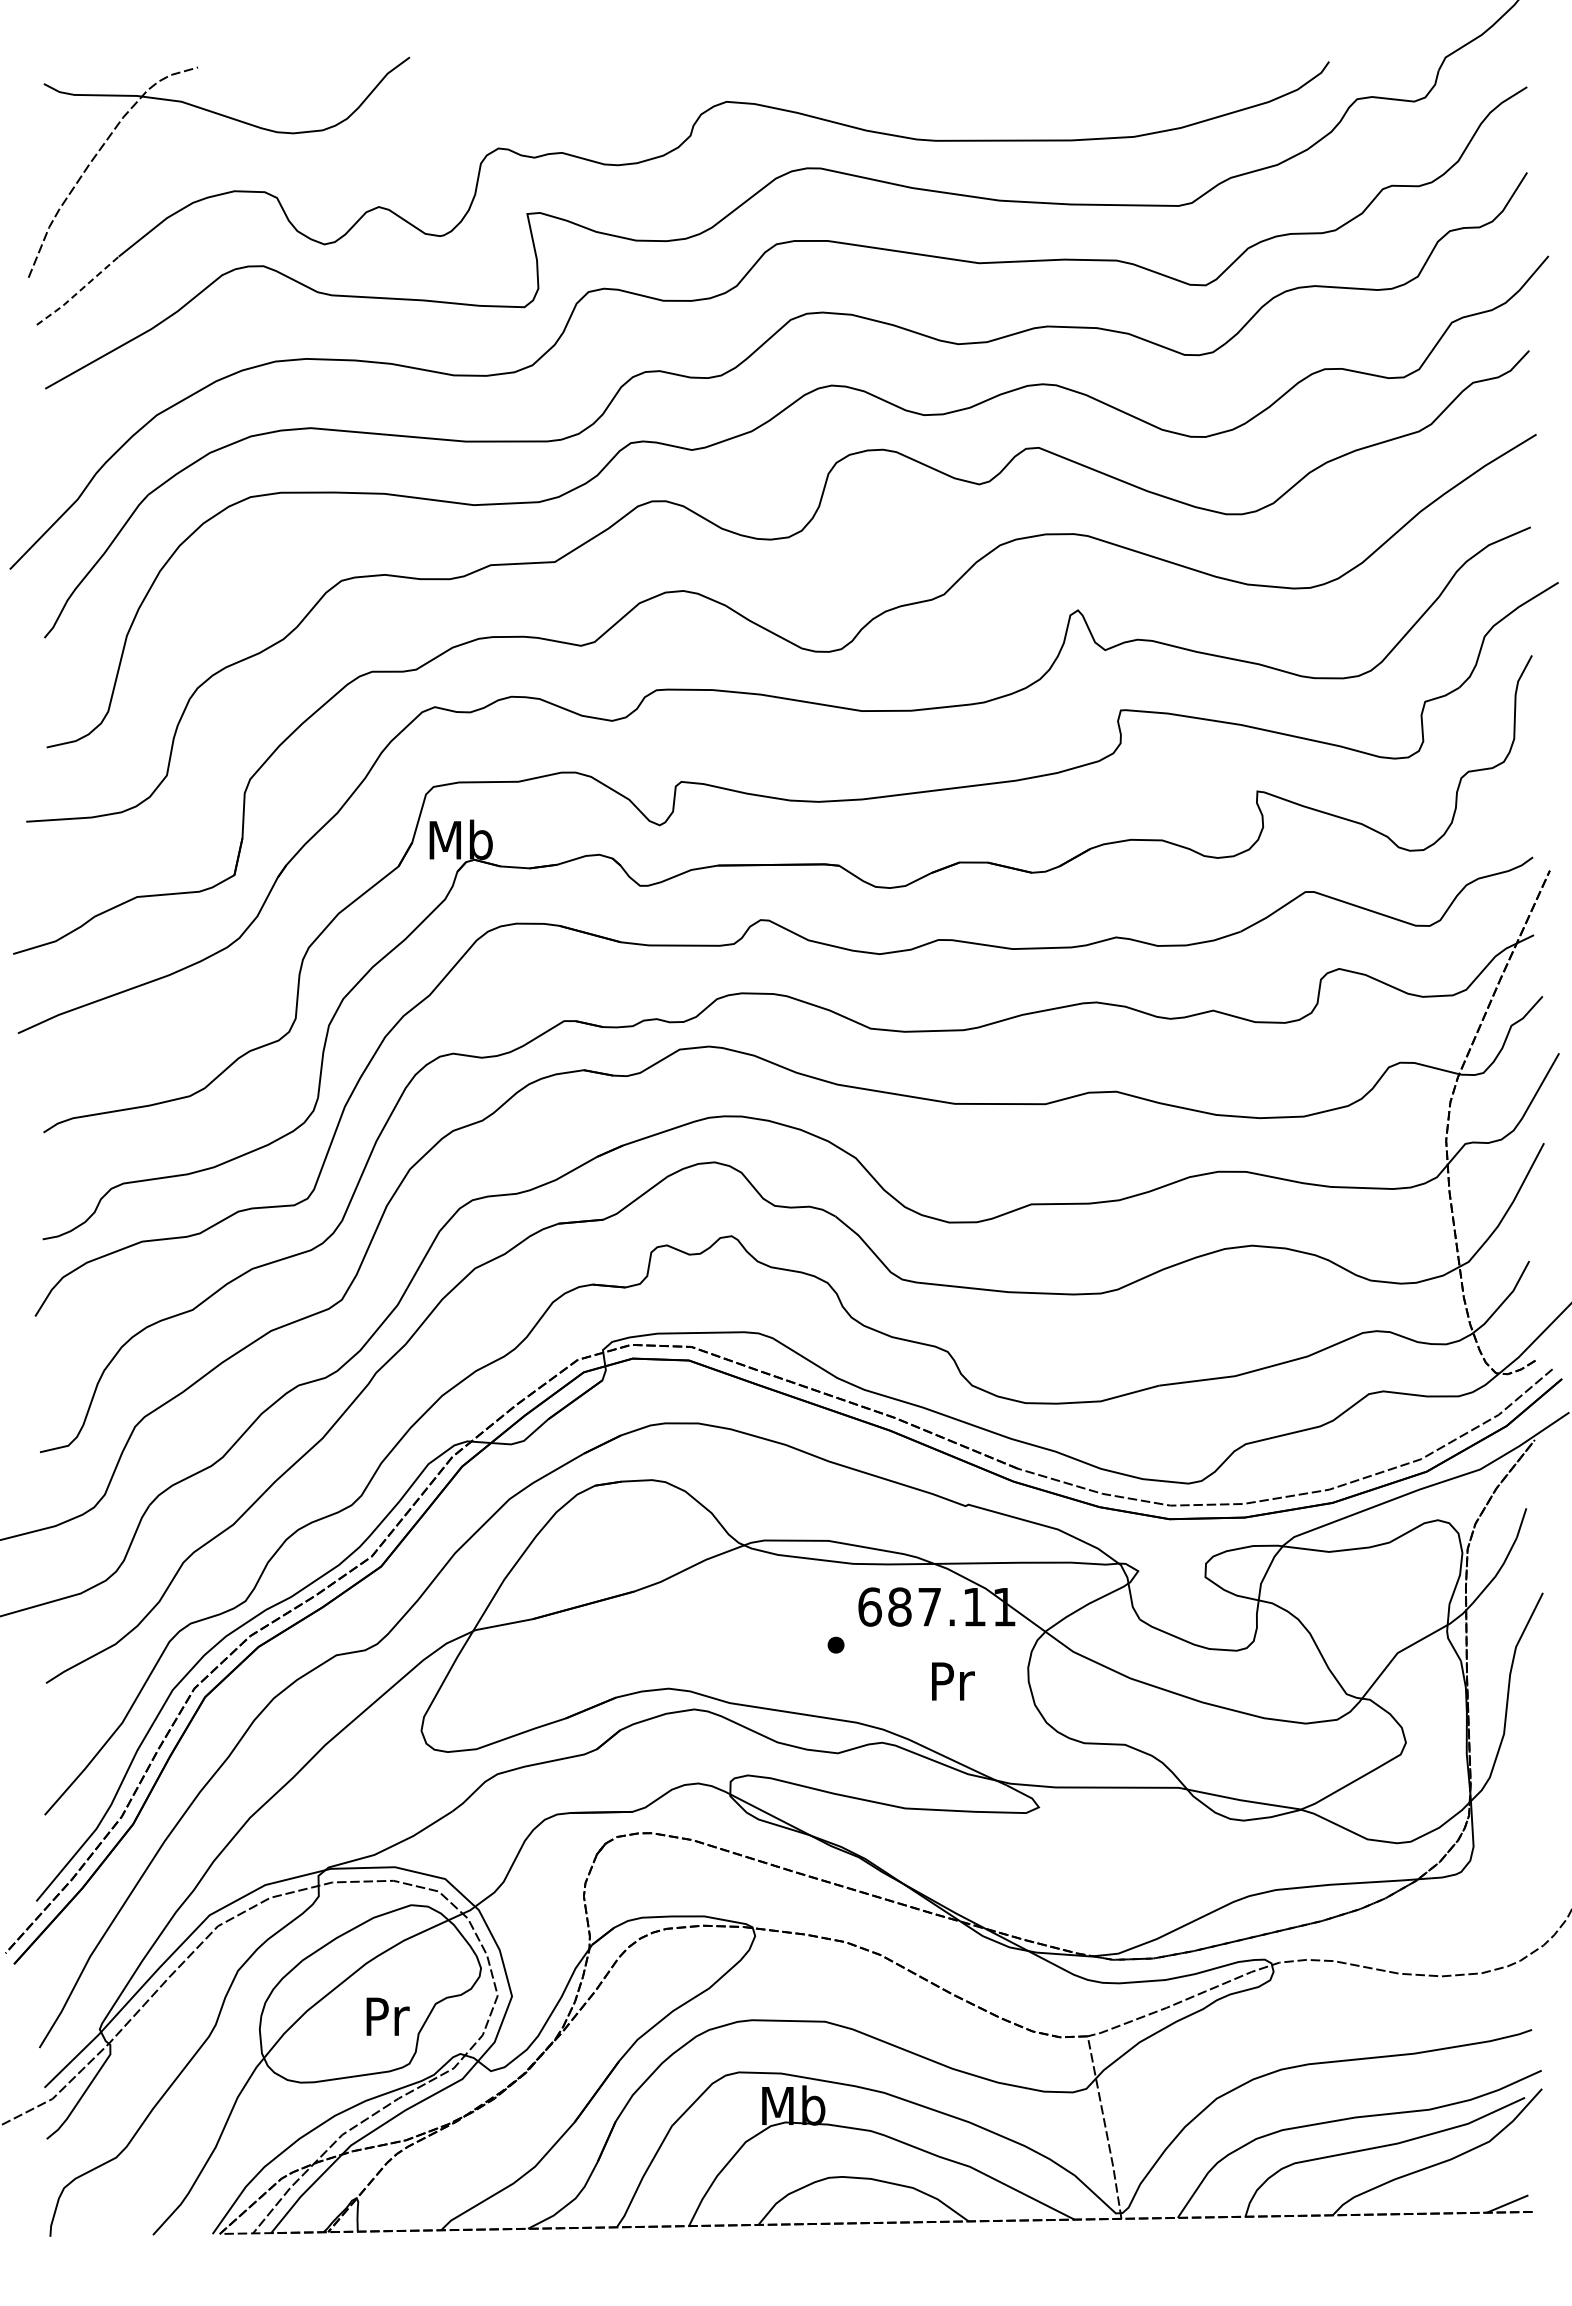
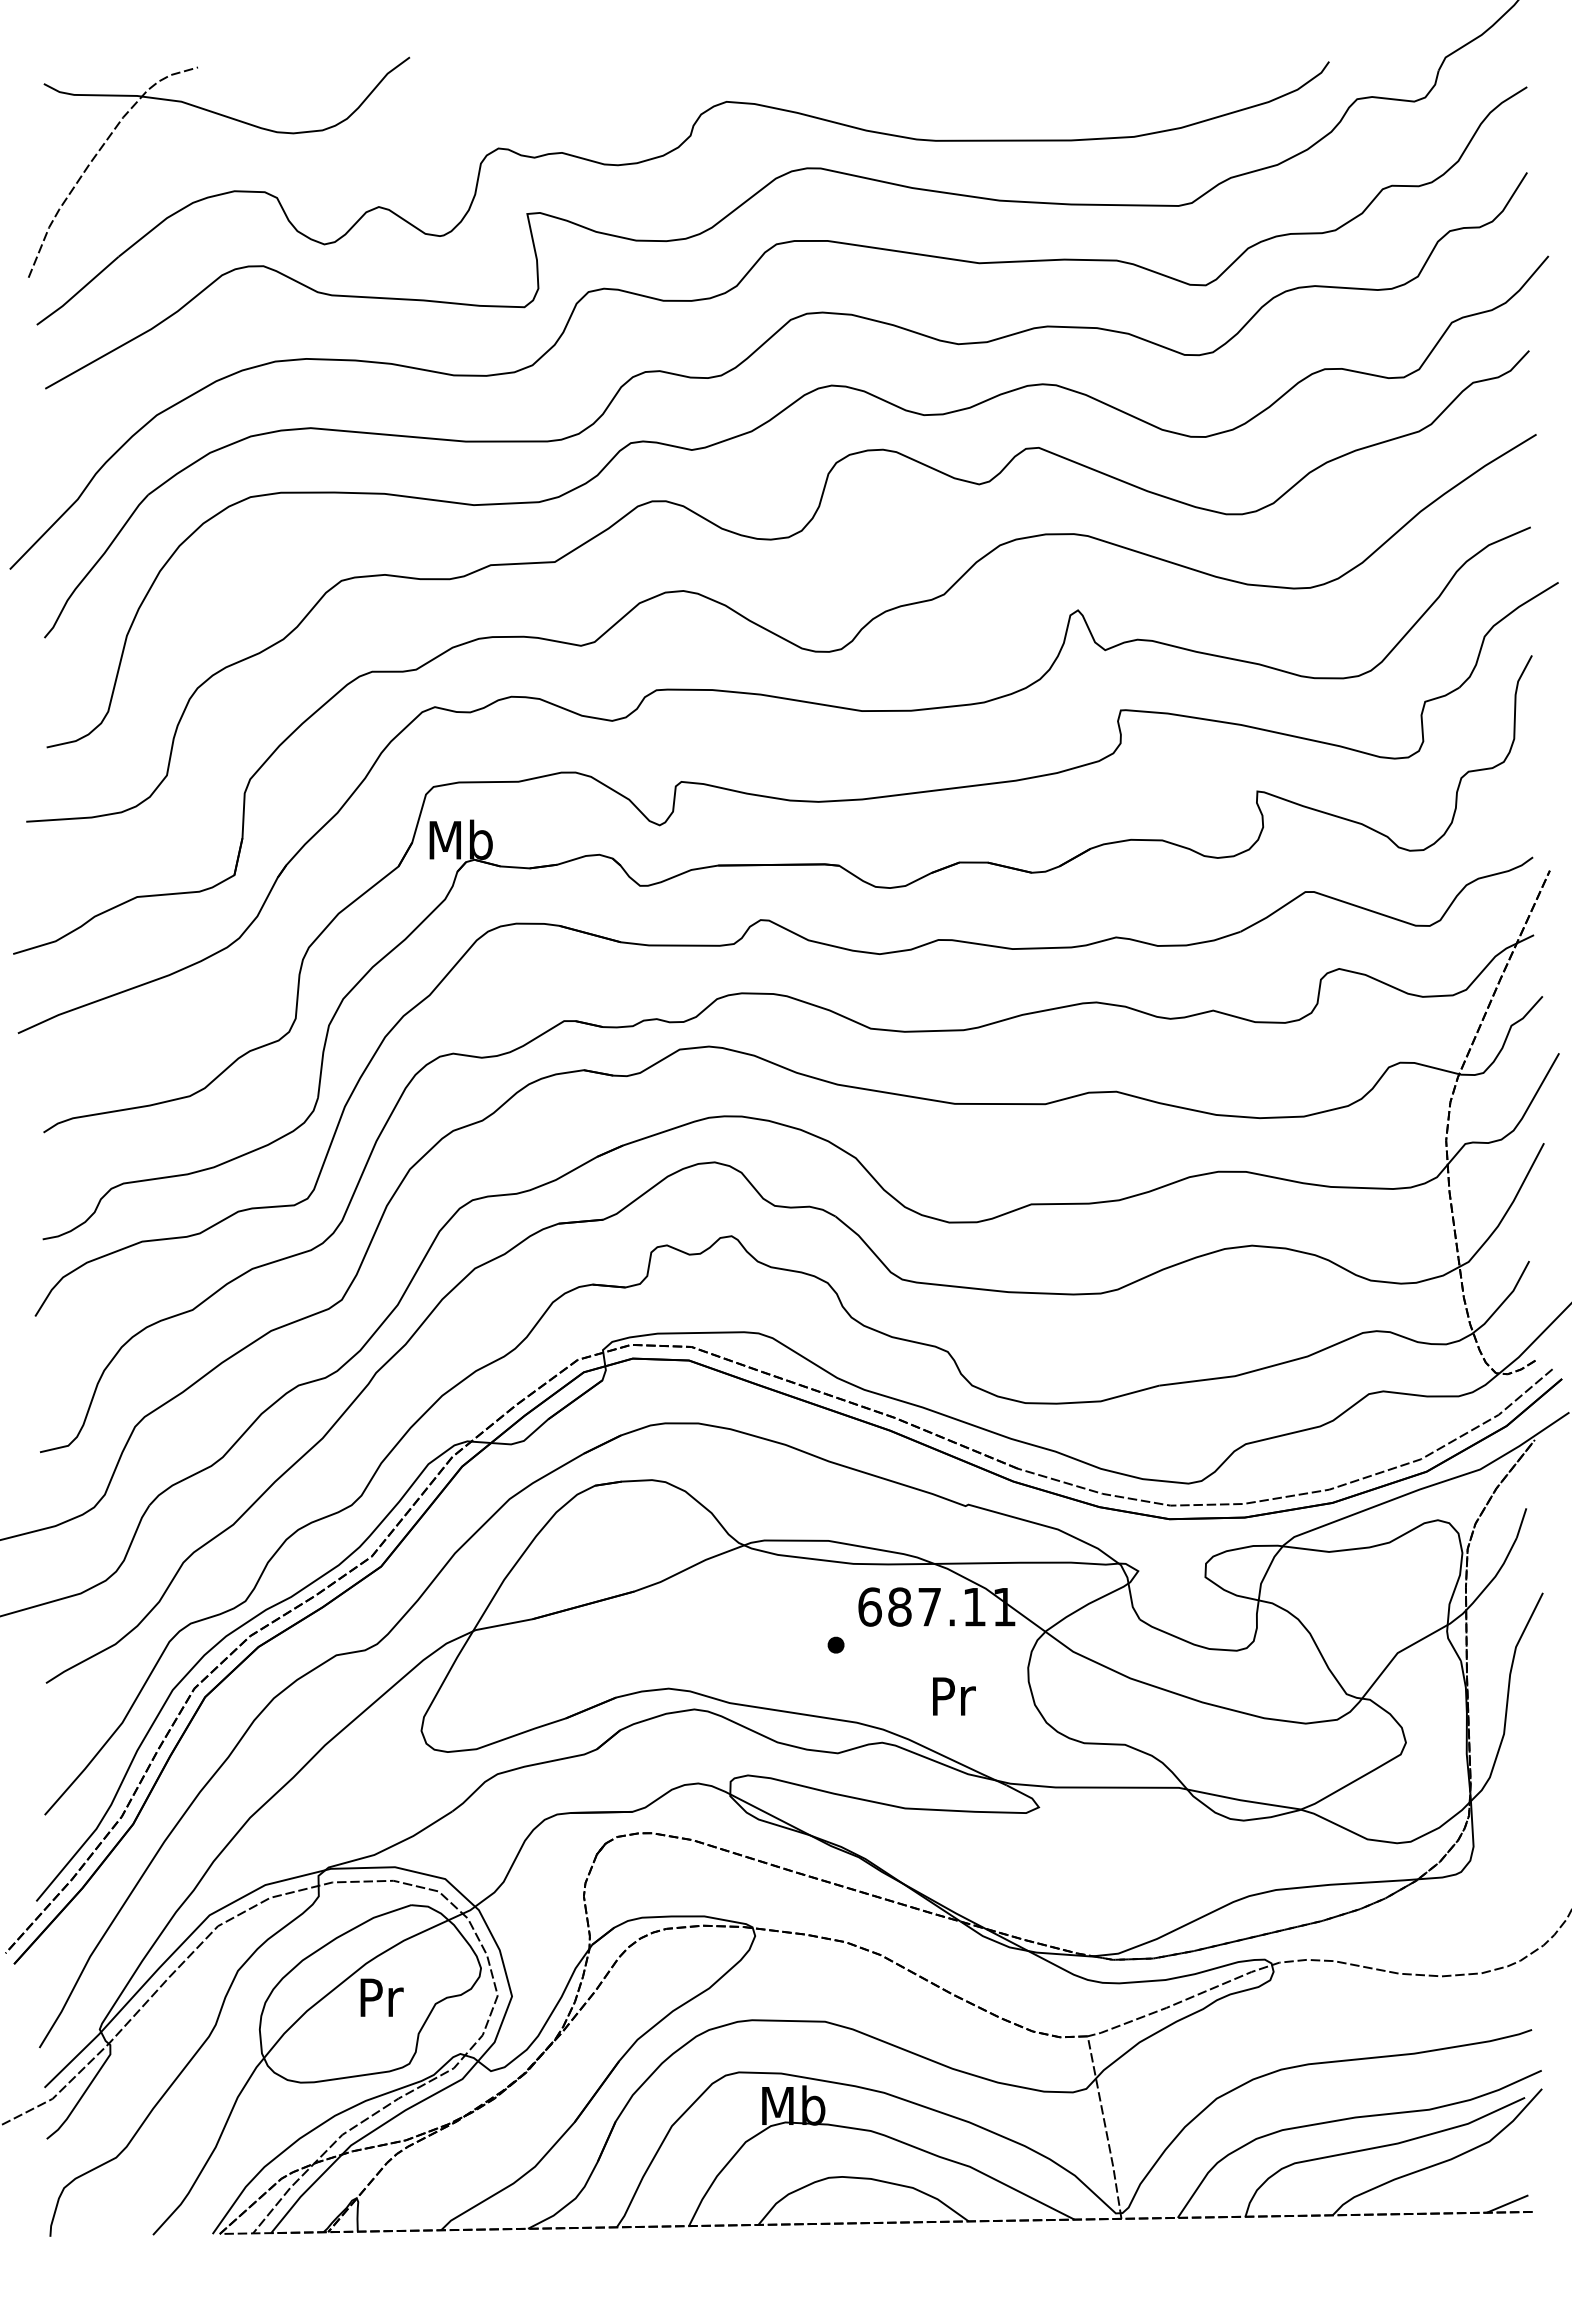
line at (78, 292): dashed -> solid
text at (953, 1681) position: (953, 1681) -> (954, 1696)
text at (387, 2016) position: (387, 2016) -> (381, 1997)
